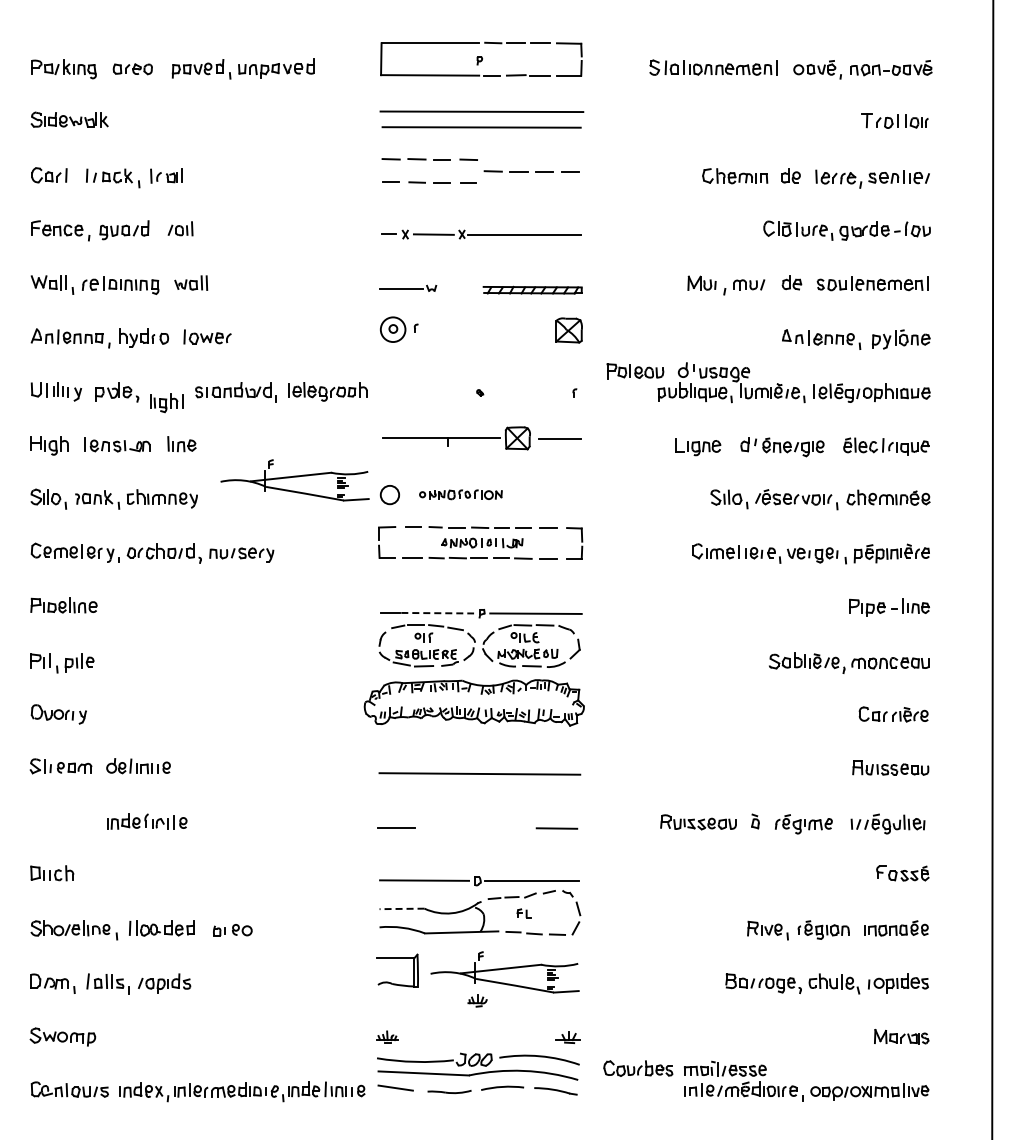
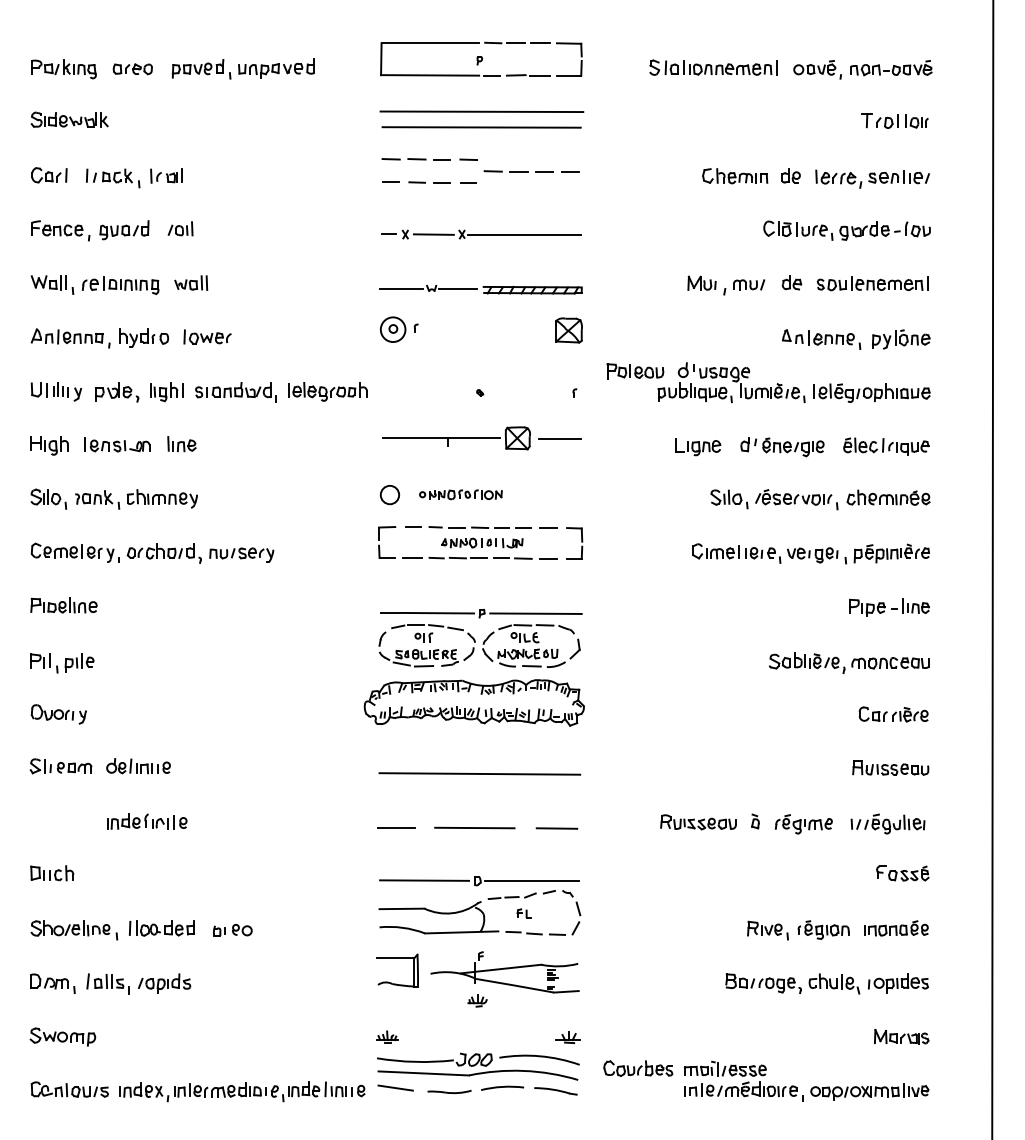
line at (458, 289): none -> present
part at (166, 403) position: (166, 403) -> (166, 392)
part at (294, 480): present -> none
line at (438, 613): dashed -> solid
line at (474, 827): none -> present
line at (401, 908): dashed -> solid
